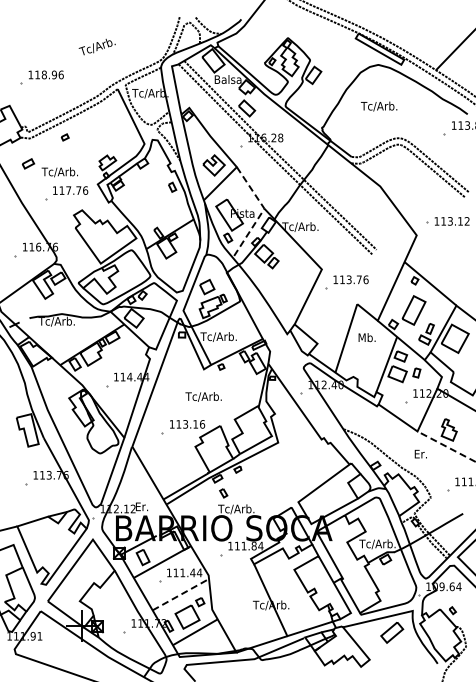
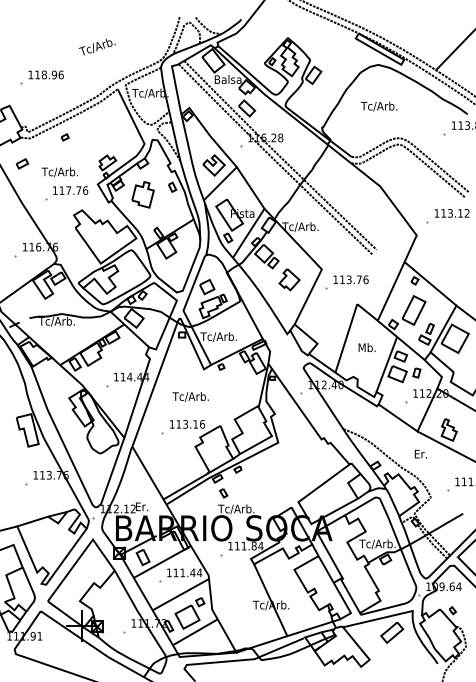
part at (28, 163) position: (28, 163) -> (22, 163)
part at (142, 194): none -> present
line at (262, 212): dashed -> solid
text at (451, 221) position: (451, 221) -> (451, 213)
part at (289, 279): none -> present
text at (366, 337) position: (366, 337) -> (366, 347)
text at (203, 396) position: (203, 396) -> (190, 396)
line at (446, 446): dashed -> solid
line at (181, 594): dashed -> solid
